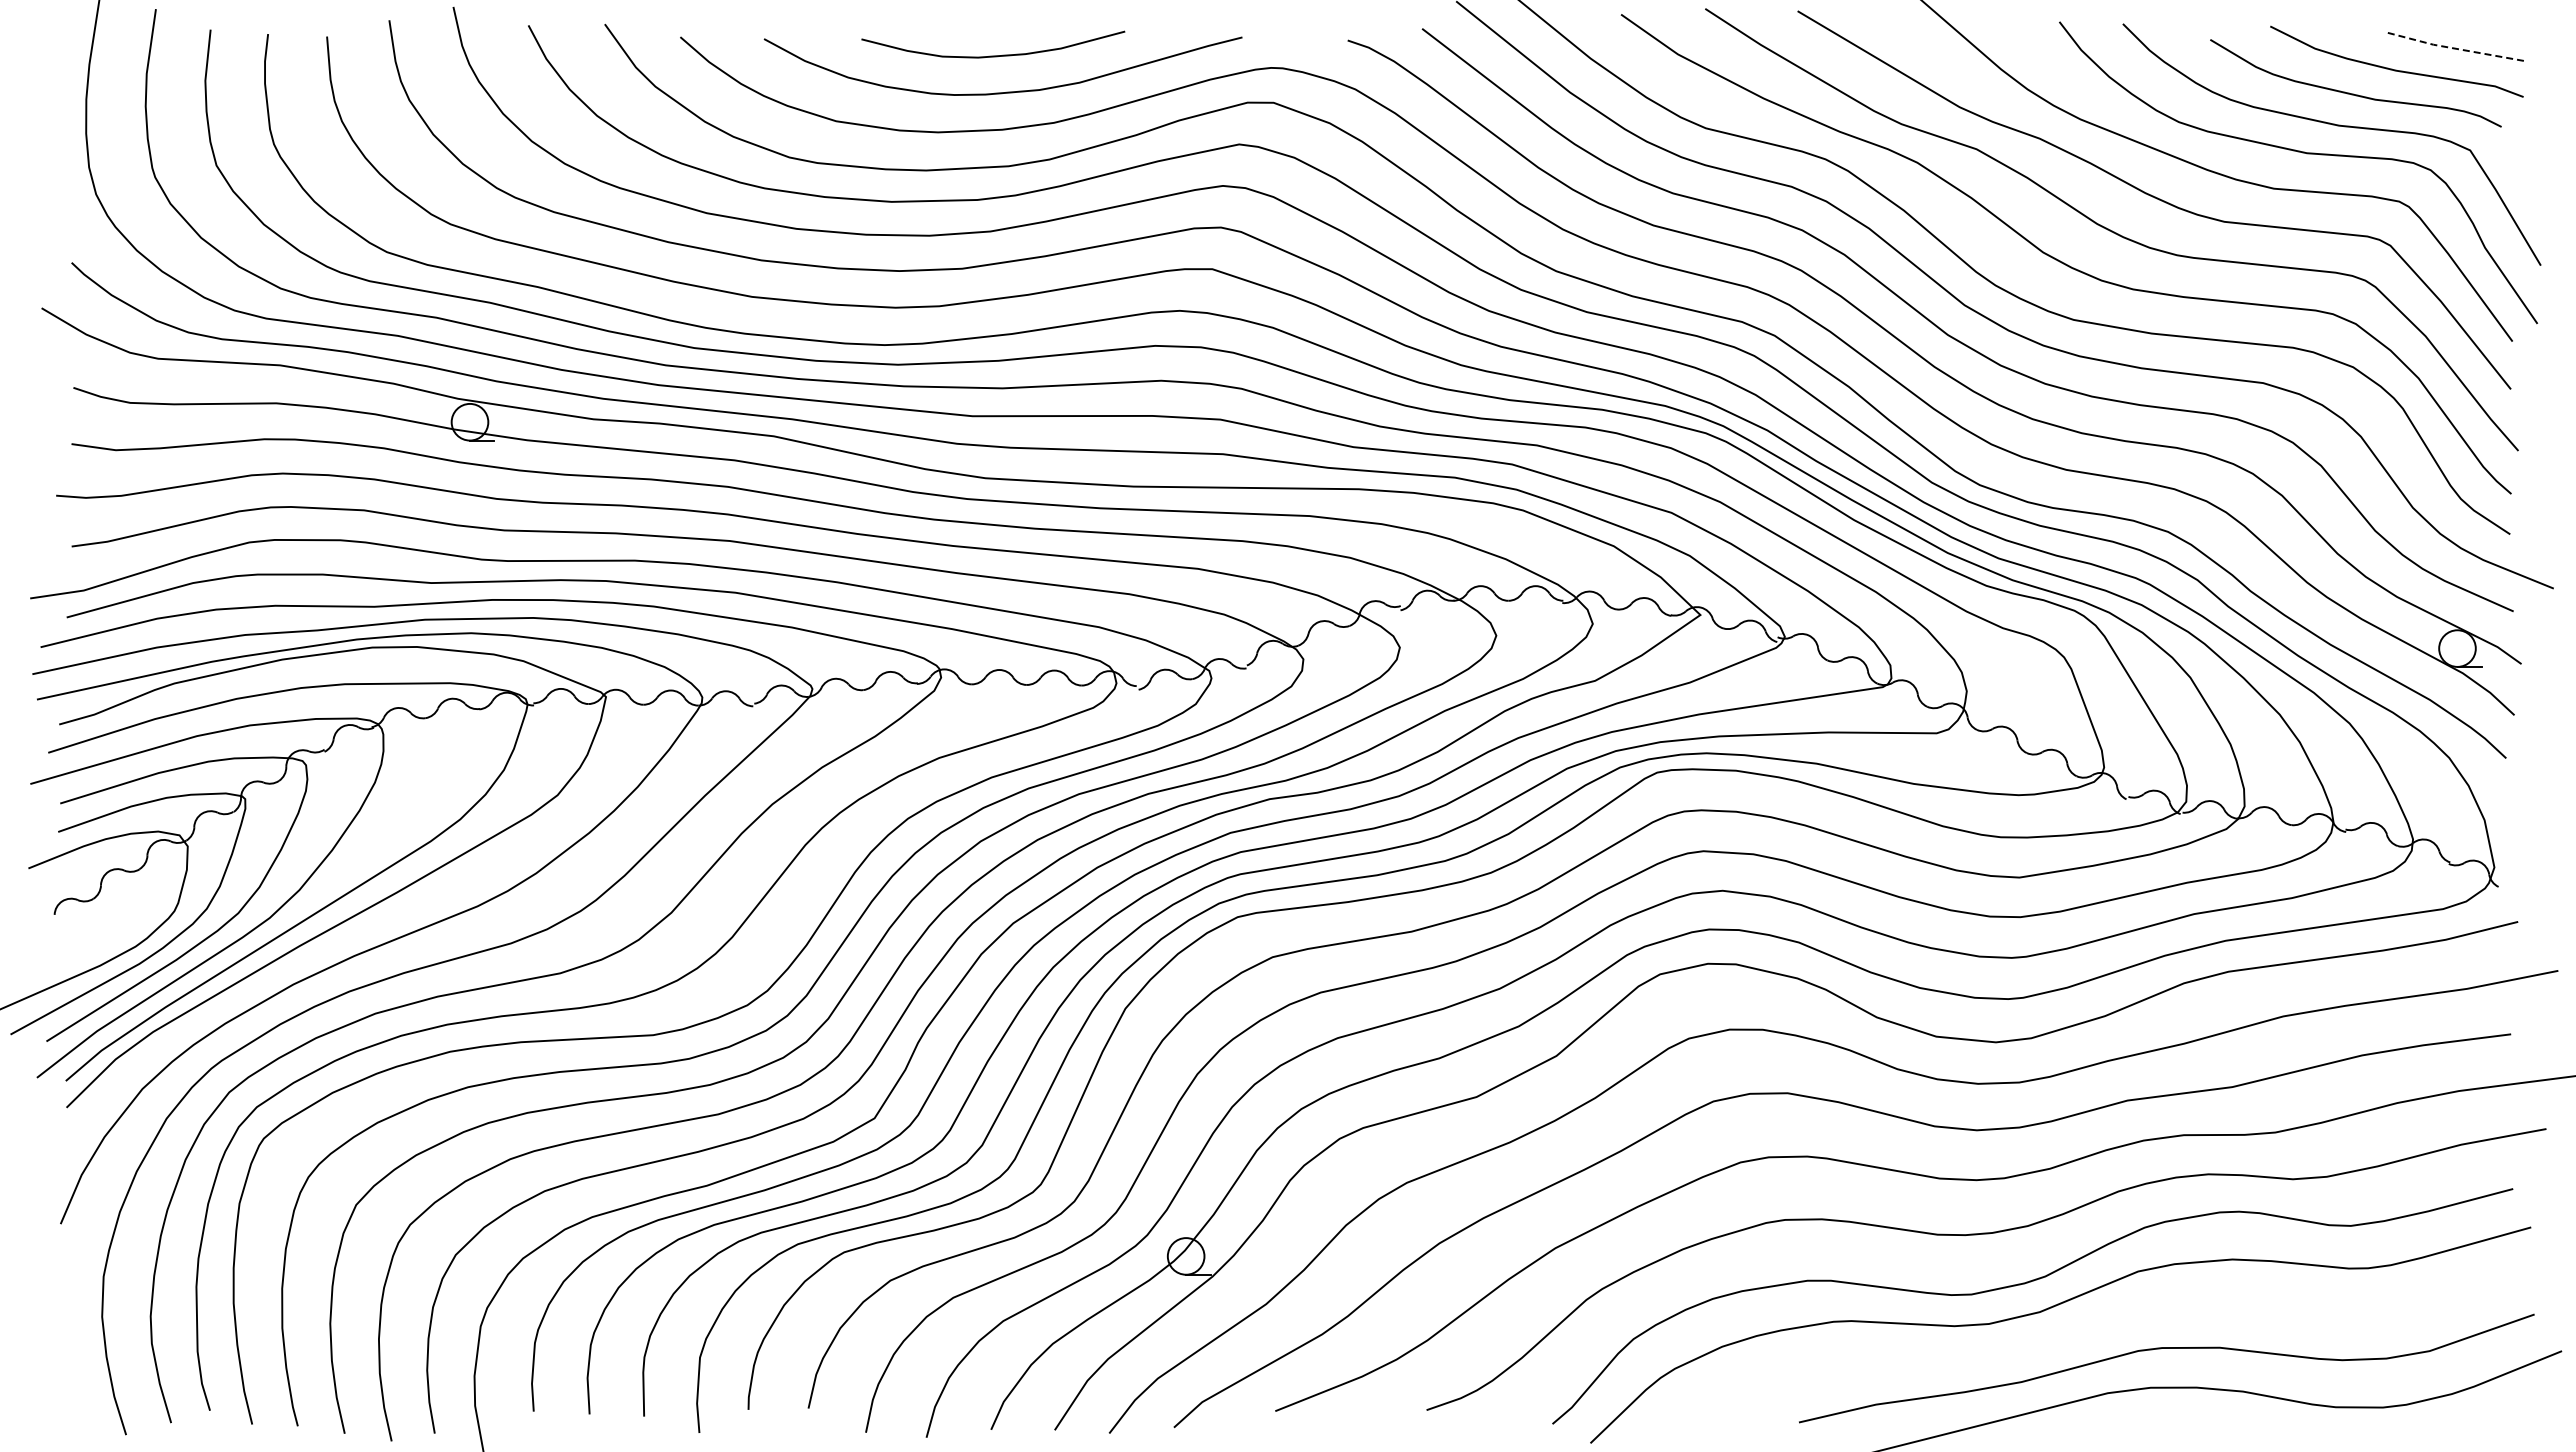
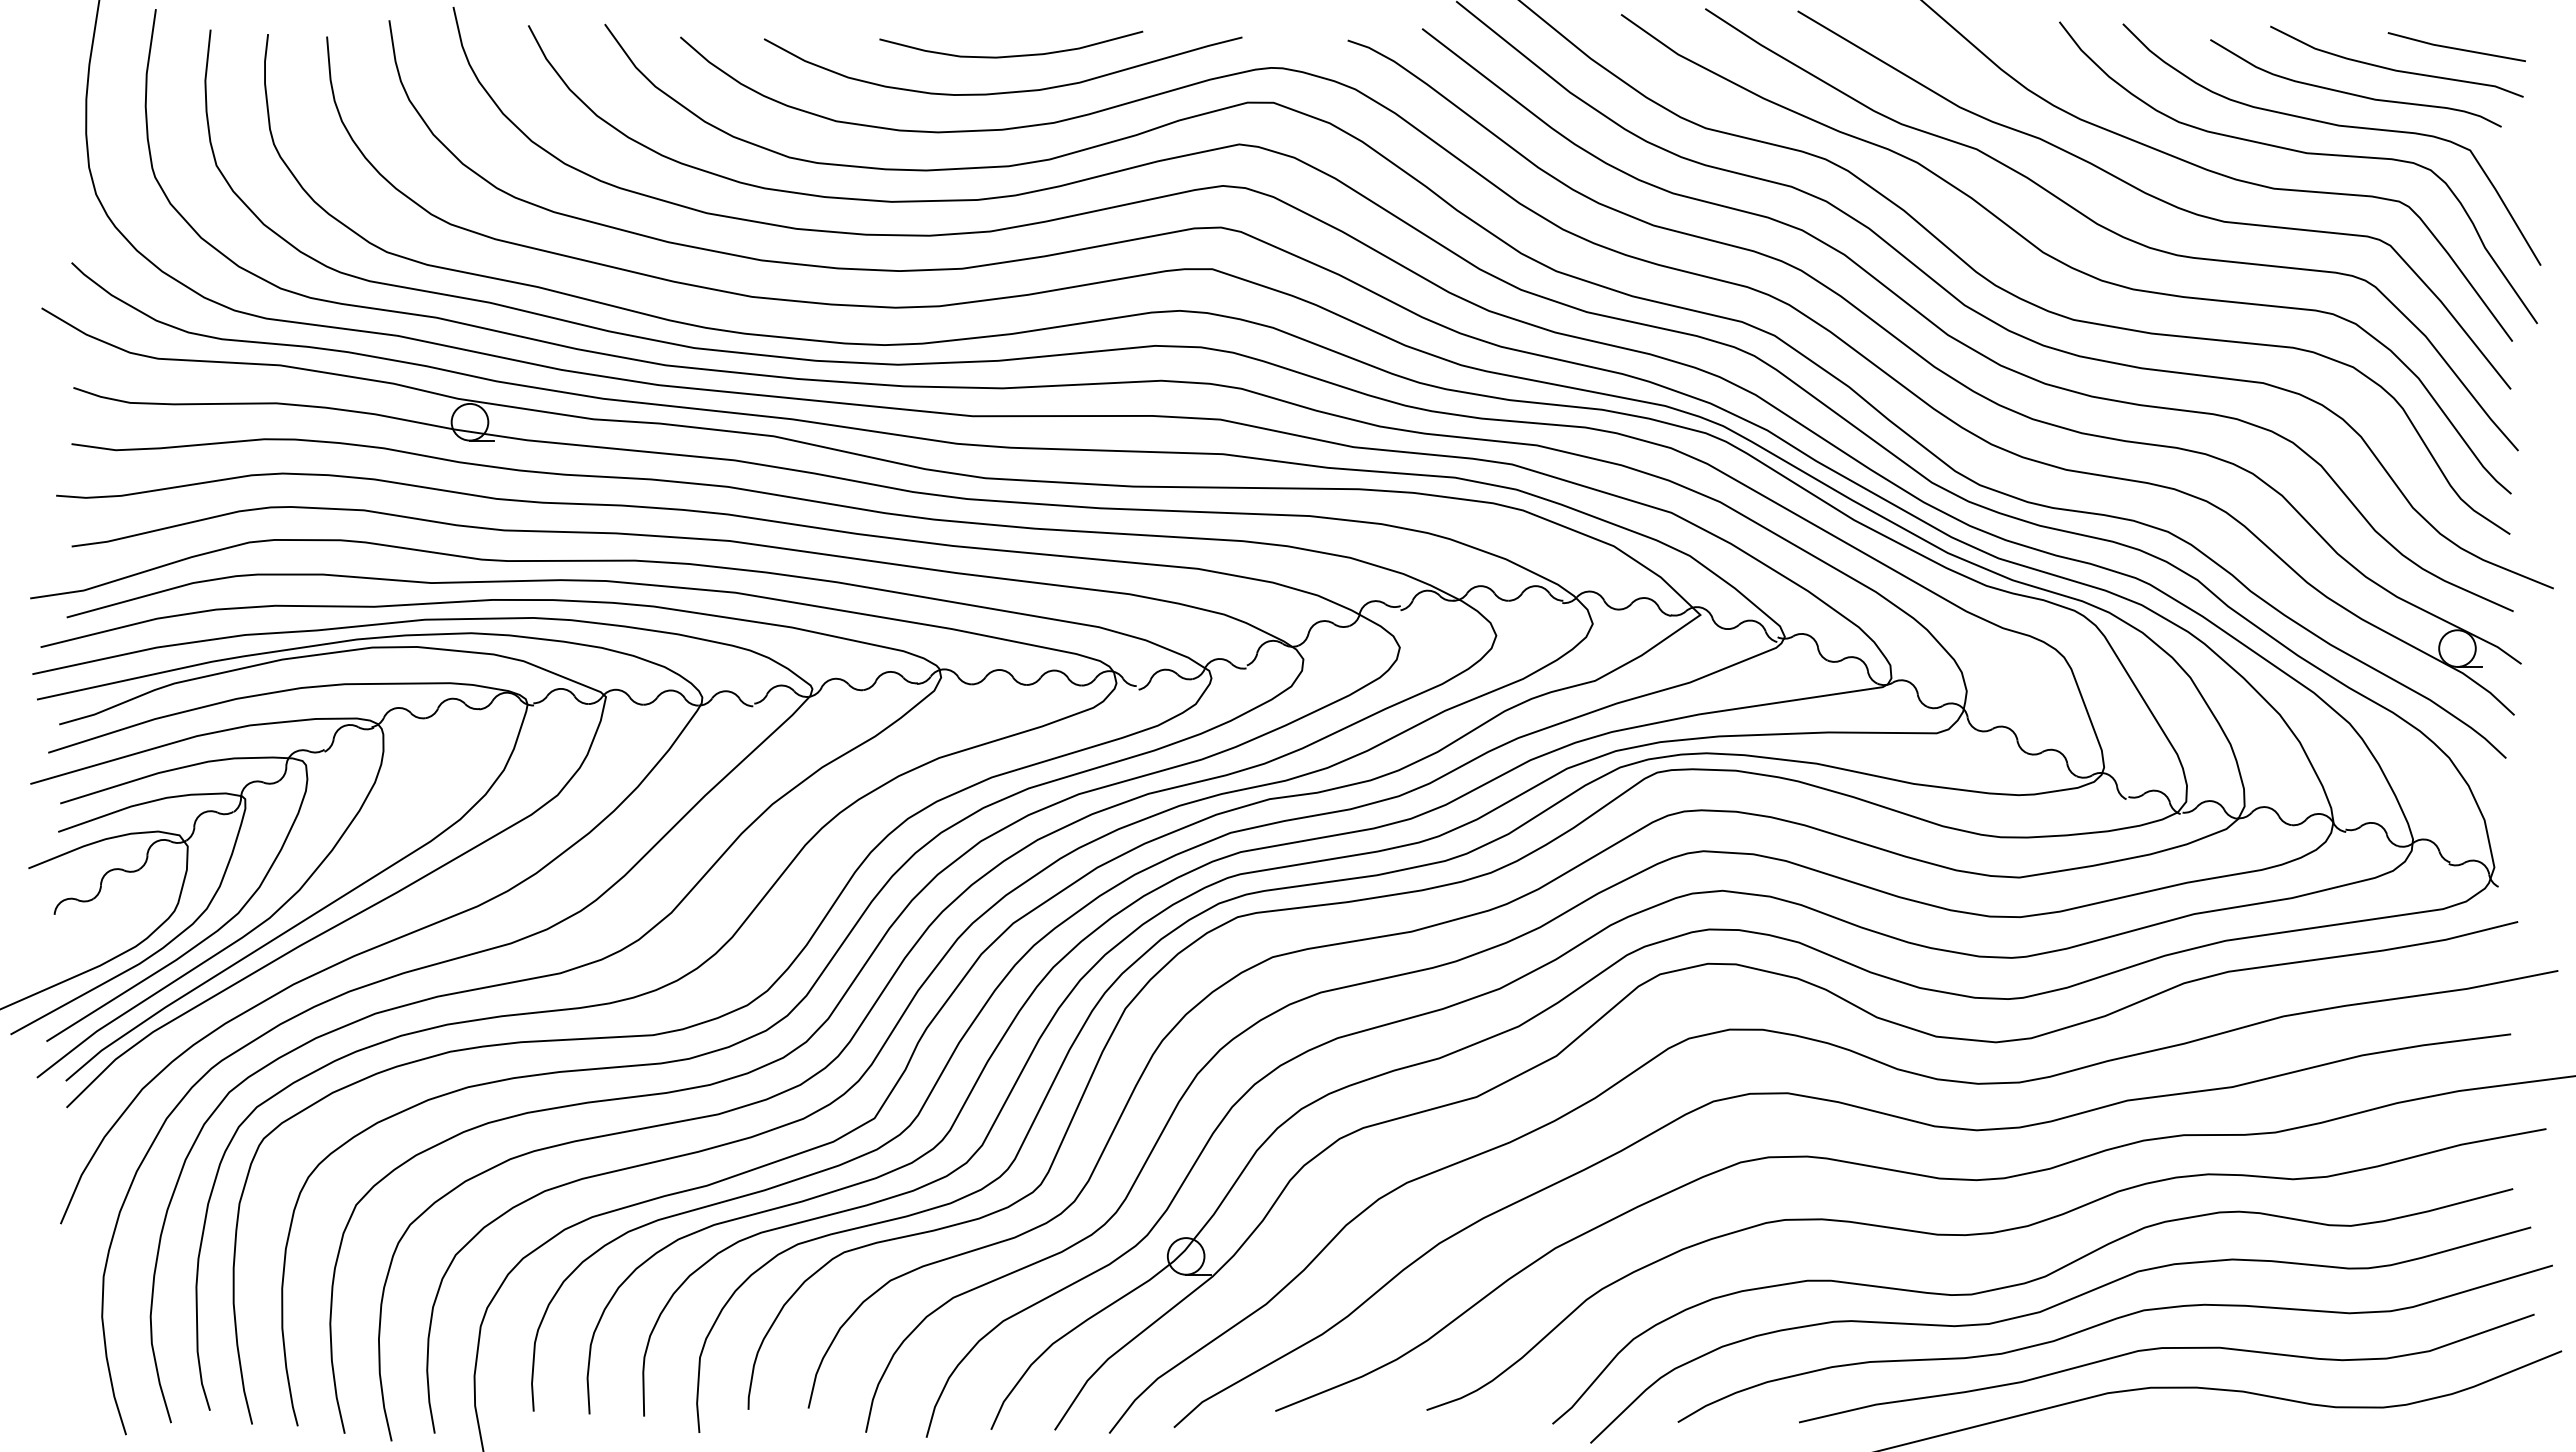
line at (2456, 48): dashed -> solid
curve at (993, 55) position: (993, 55) -> (1011, 55)
curve at (2106, 1323): none -> present
